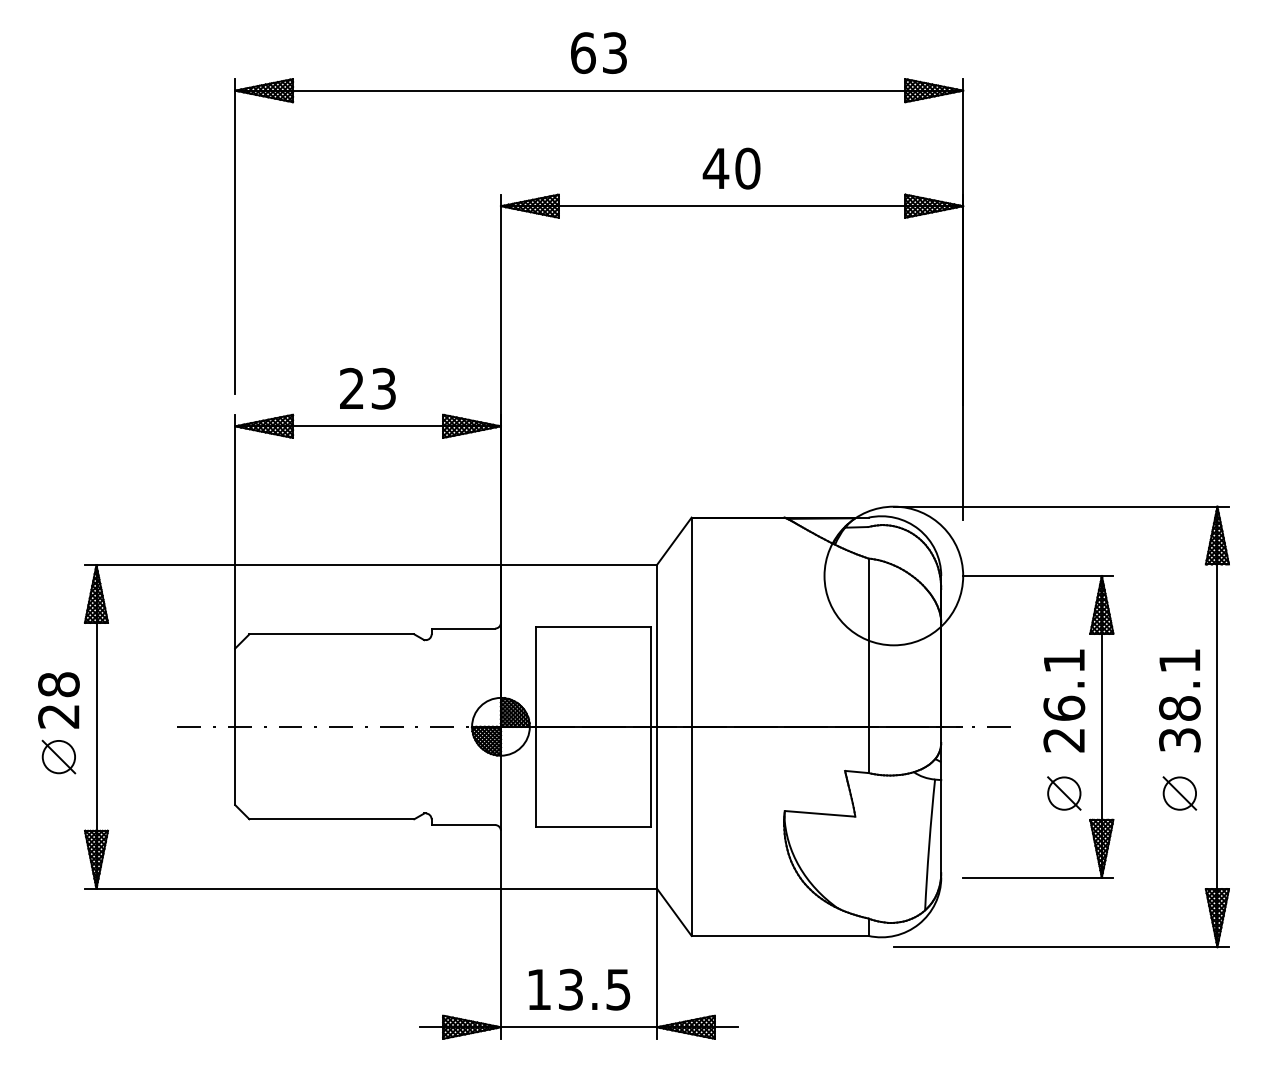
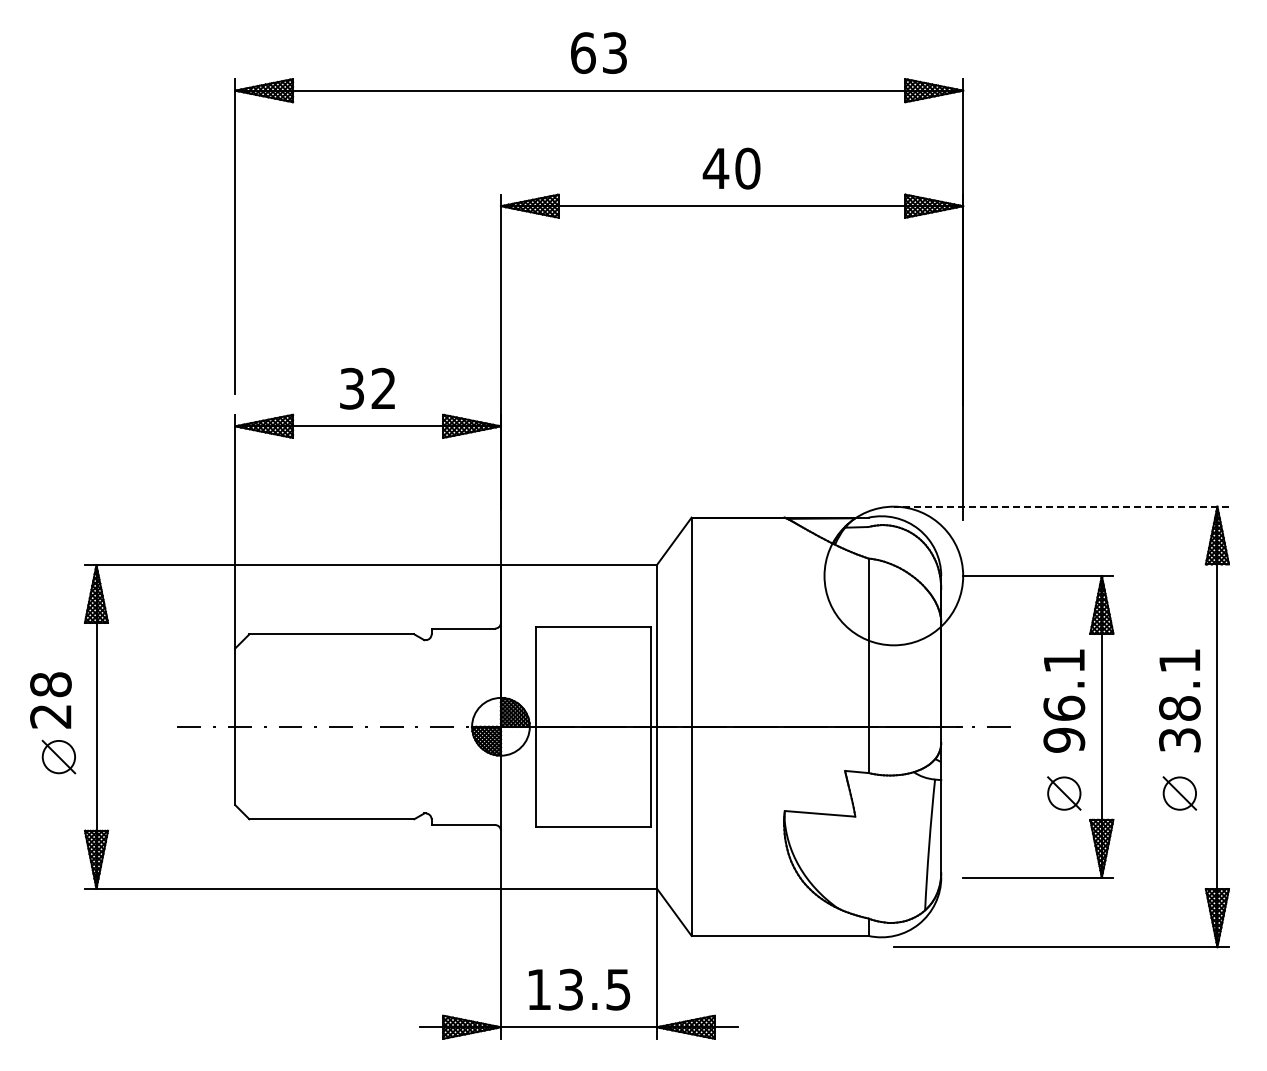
text at (367, 388): 23 -> 32
line at (1061, 506): solid -> dashed
text at (58, 700) position: (58, 700) -> (50, 700)
text at (1064, 739): 26.1 -> 96.1
